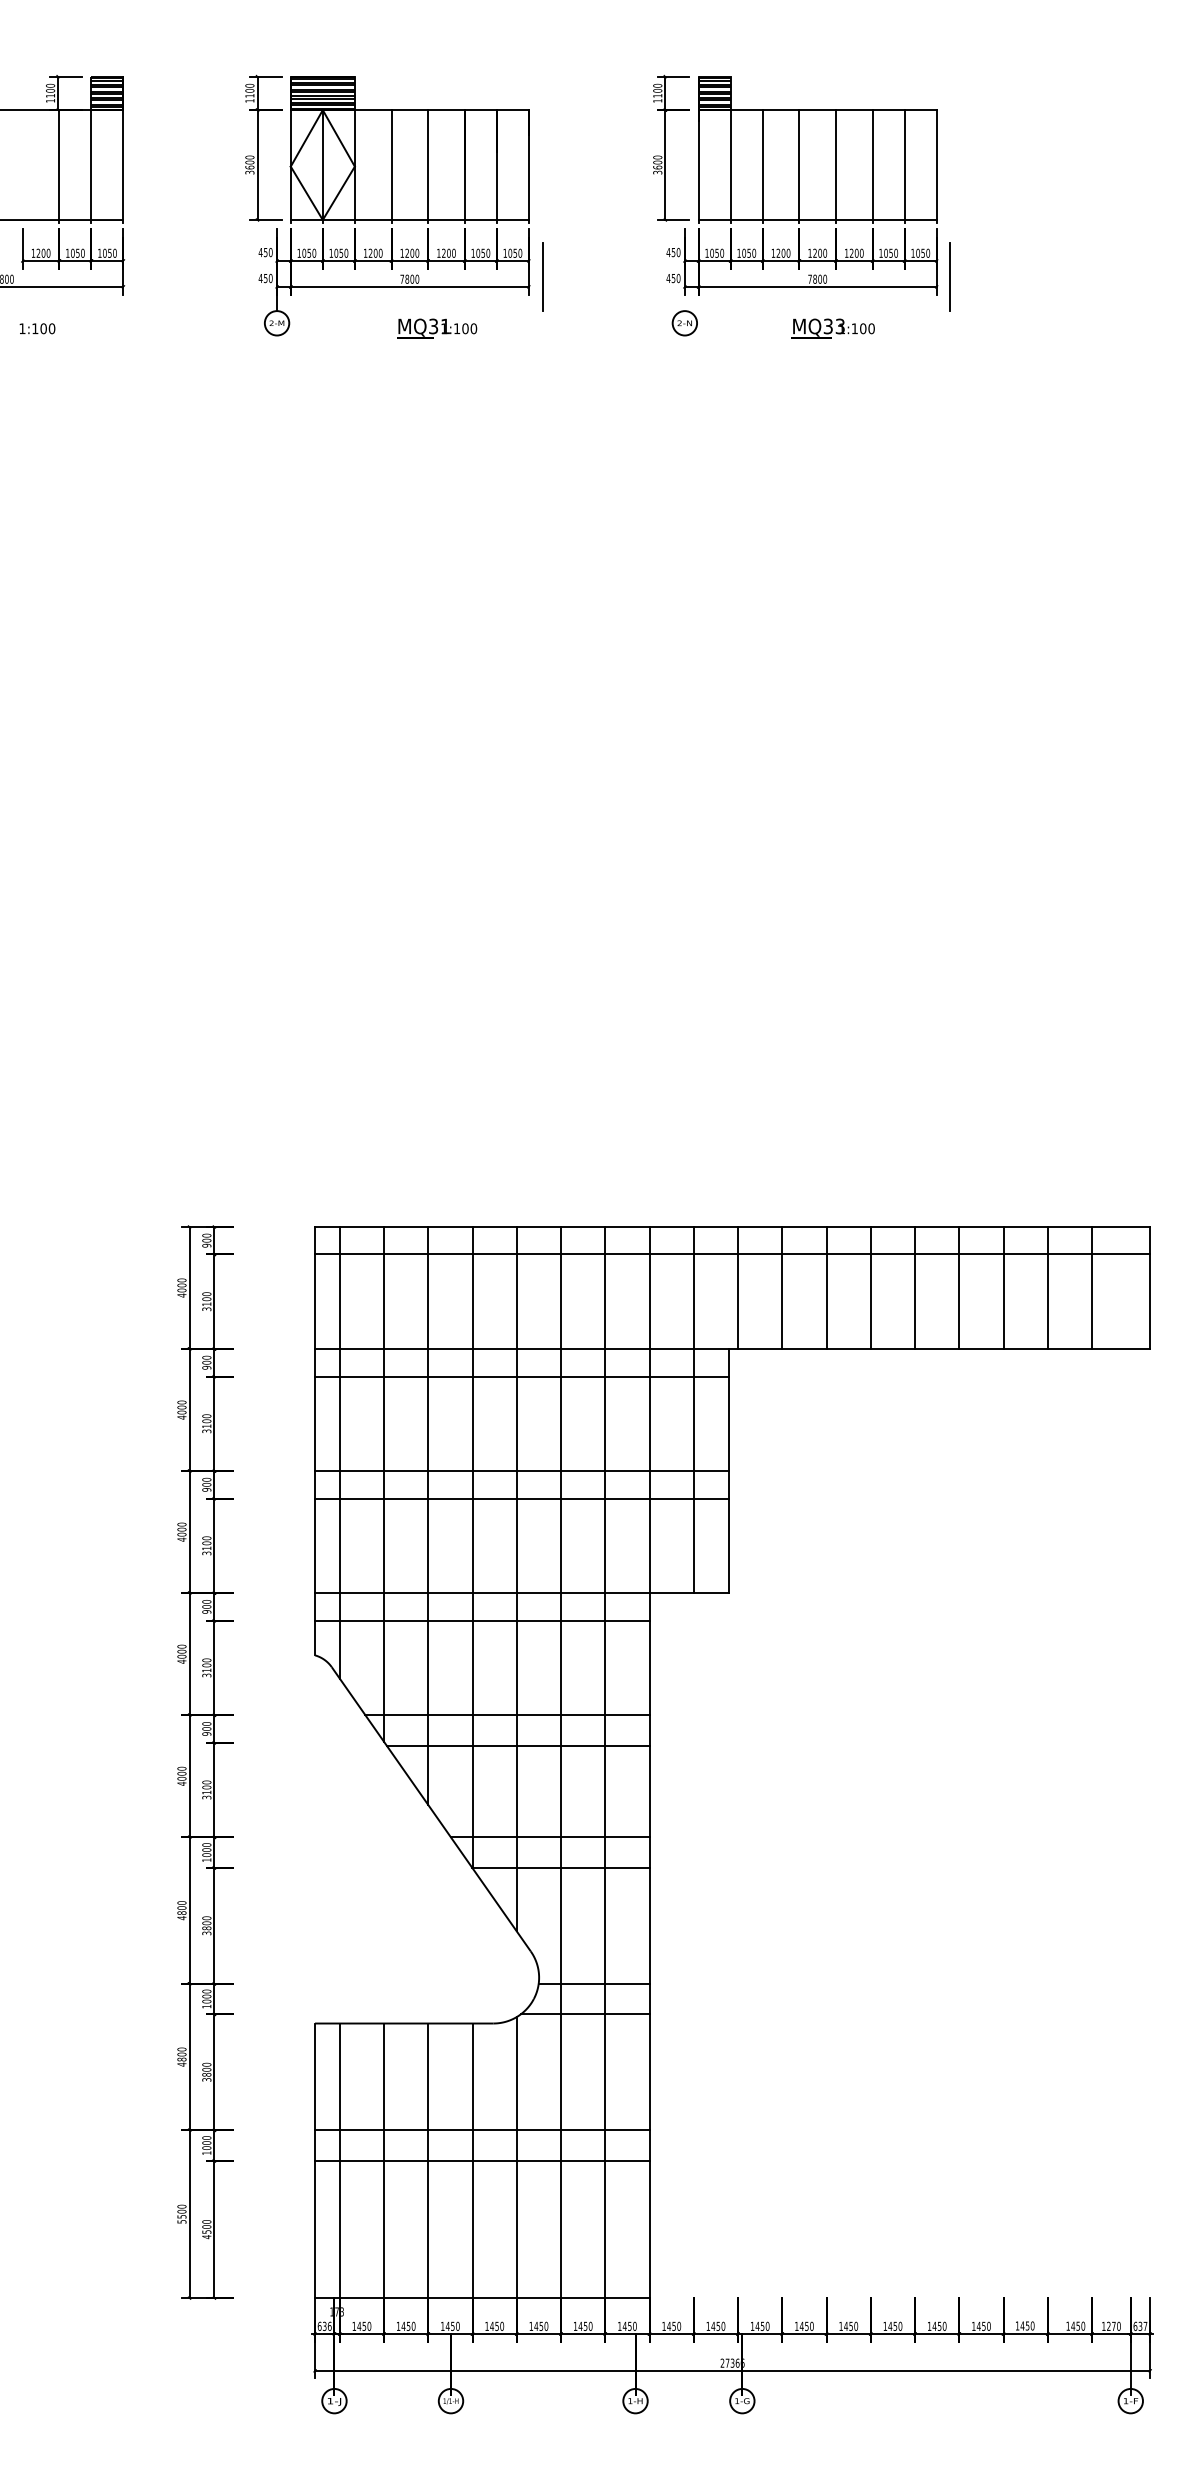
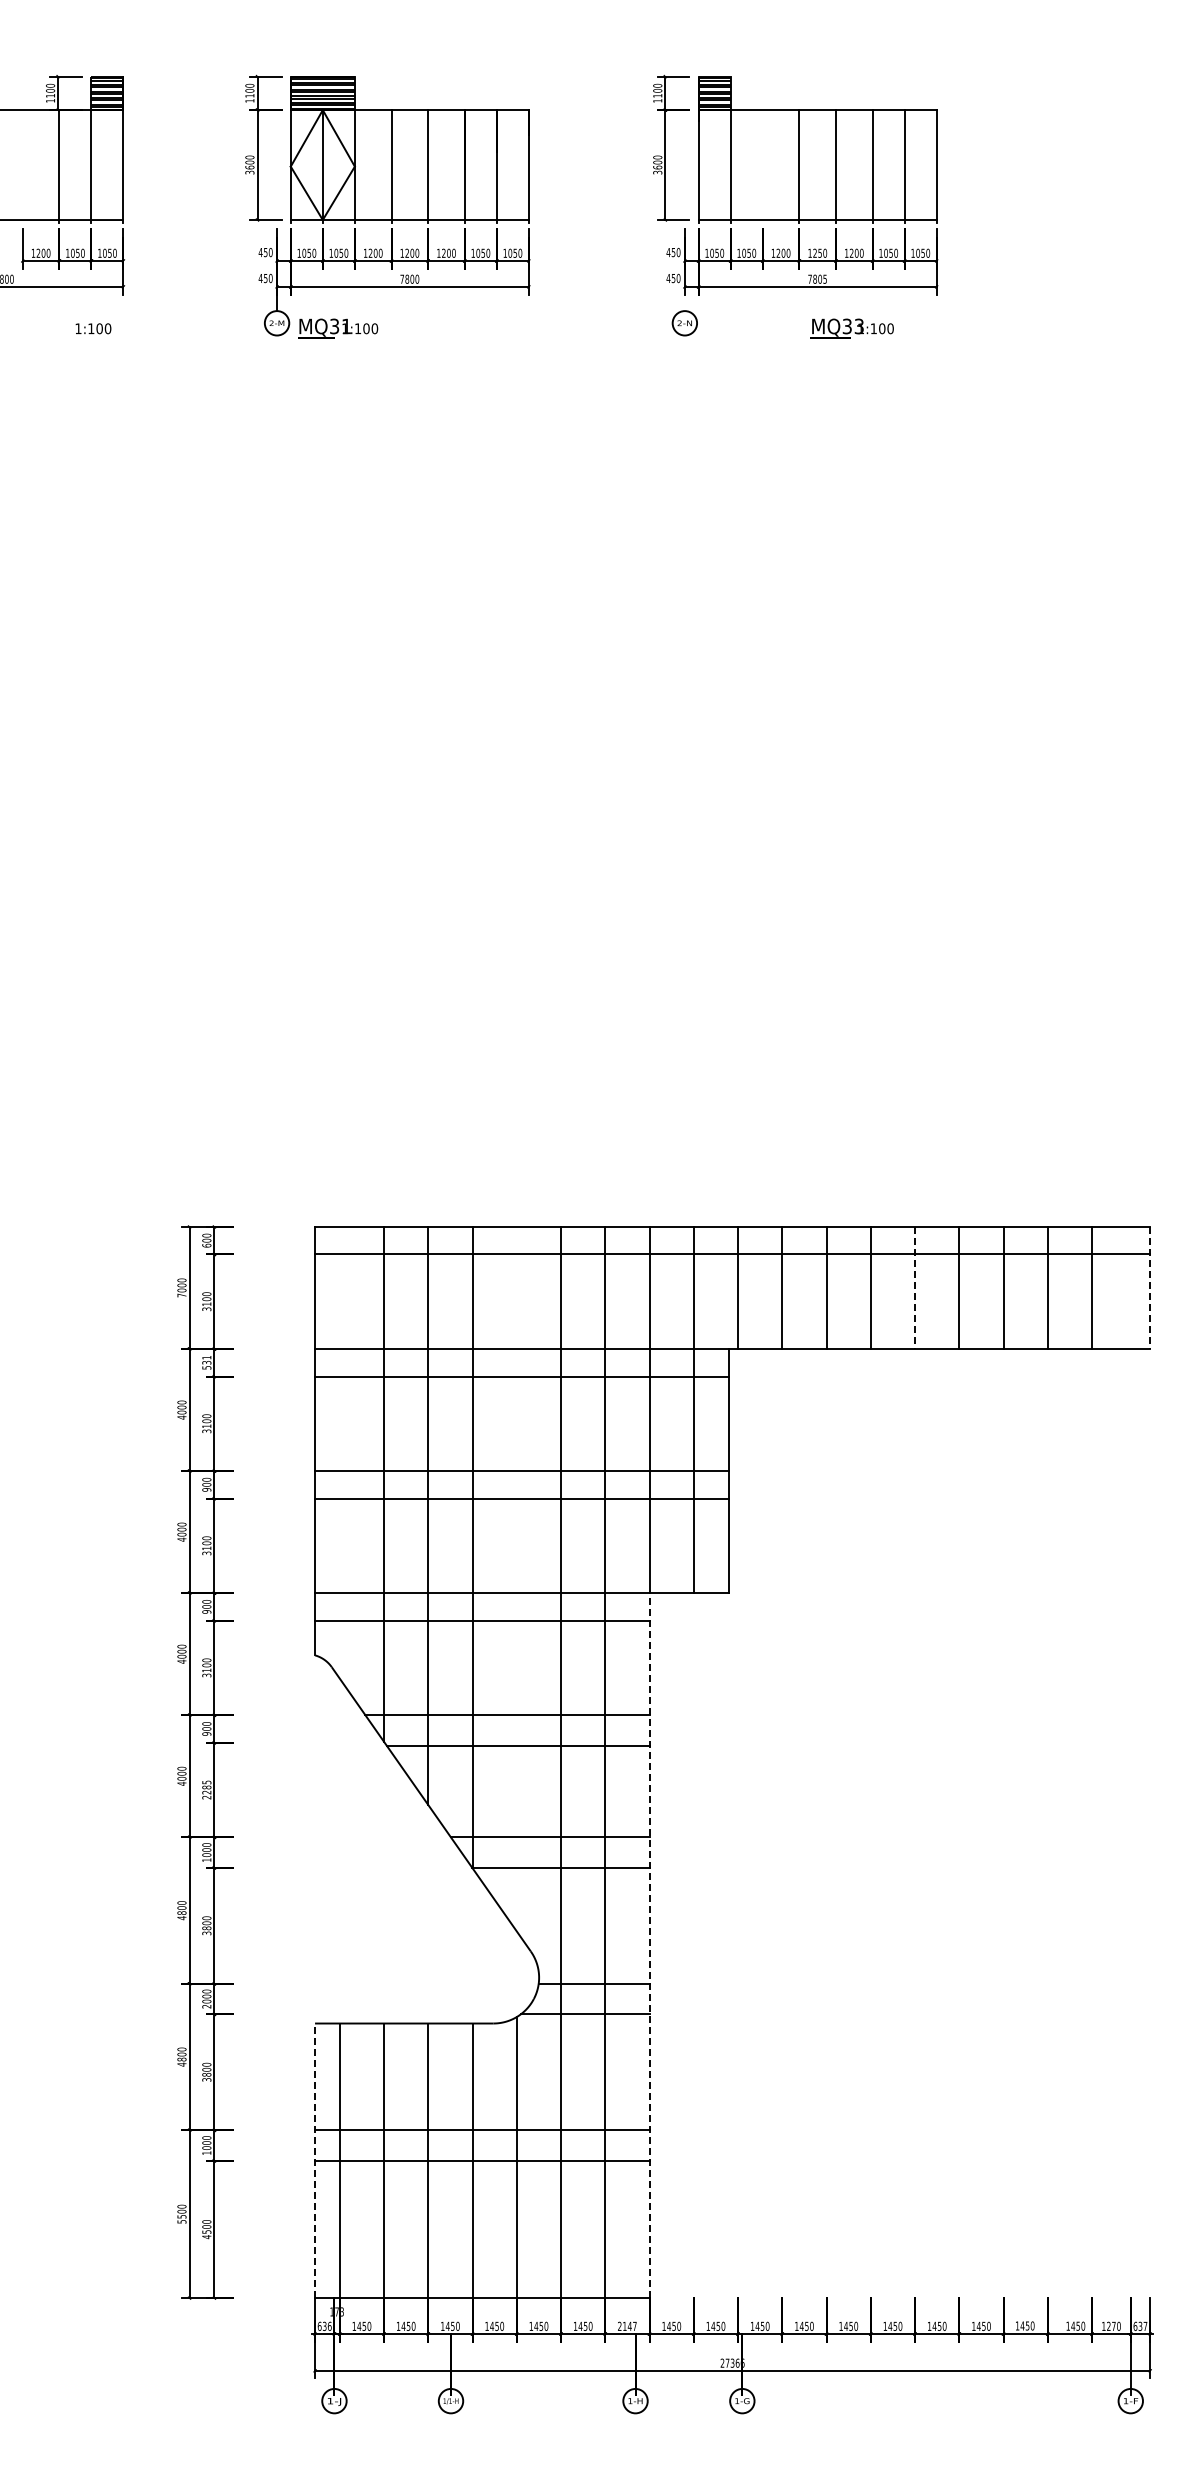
line at (762, 166): present -> none
text at (820, 252): 1200 -> 1250
line at (542, 276): present -> none
line at (949, 276): present -> none
text at (825, 278): 7800 -> 7805
text at (37, 328) position: (37, 328) -> (93, 328)
text at (437, 328) position: (437, 328) -> (338, 328)
text at (832, 328) position: (832, 328) -> (851, 328)
text at (206, 1245): 900 -> 600
line at (915, 1288): solid -> dashed
line at (1150, 1288): solid -> dashed
text at (181, 1295): 4000 -> 7000
text at (206, 1362): 900 -> 531
line at (339, 1452): present -> none
line at (516, 1578): present -> none
text at (206, 1789): 3100 -> 2285
line at (649, 1945): solid -> dashed
text at (206, 2006): 1000 -> 2000
line at (315, 2160): solid -> dashed
text at (627, 2325): 1450 -> 2147
